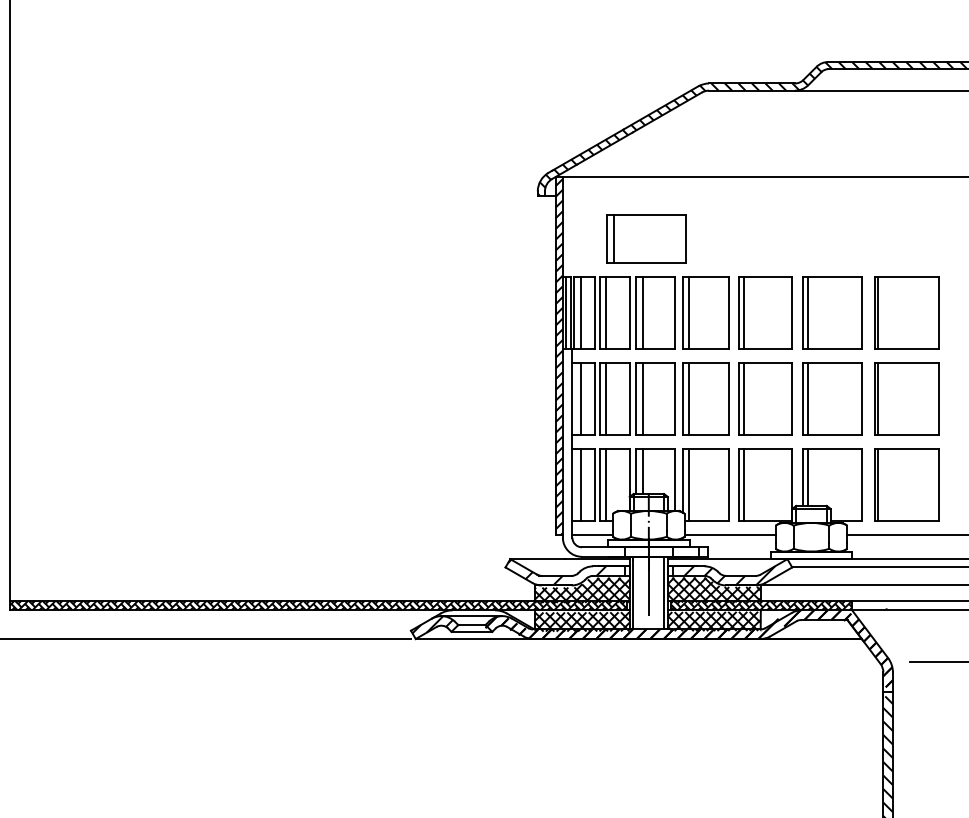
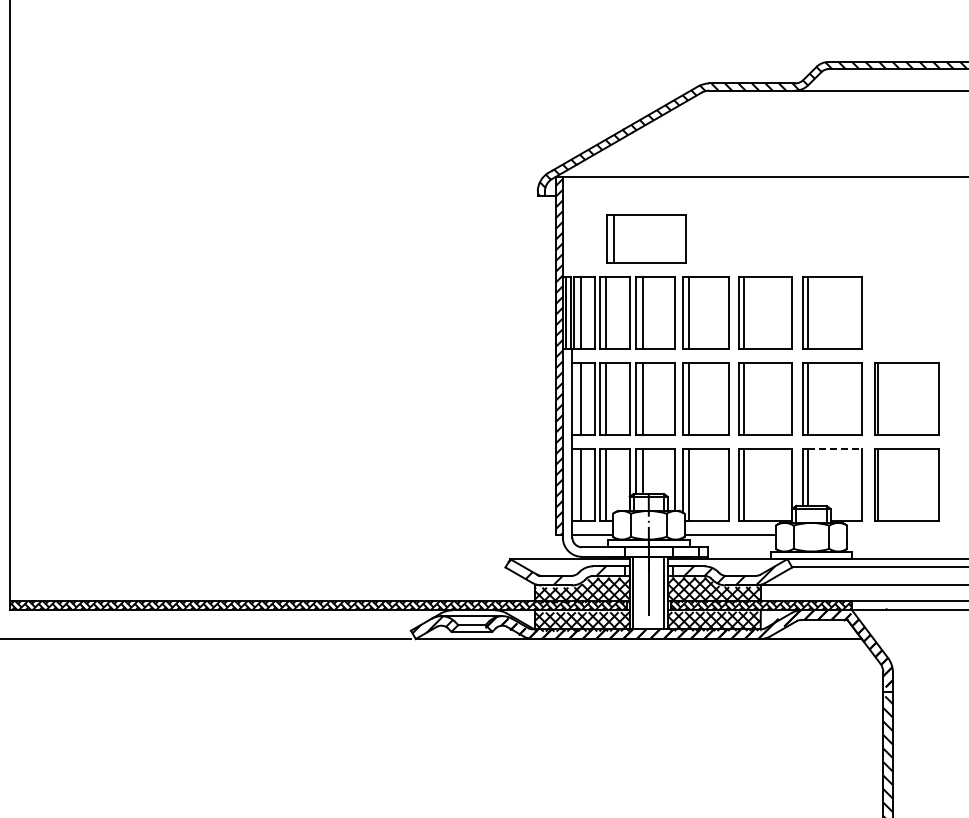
part at (906, 312): present -> none
line at (835, 449): solid -> dashed
line at (906, 535): present -> none
line at (937, 661): present -> none
